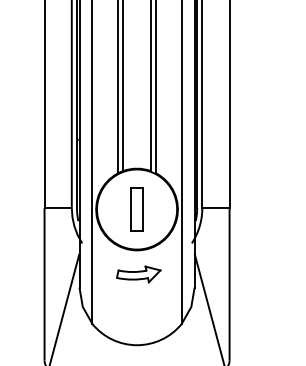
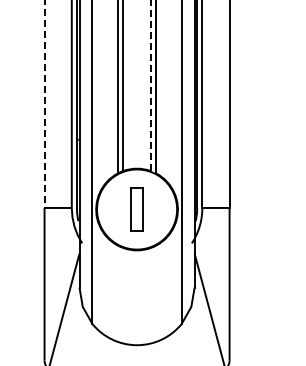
line at (151, 85): solid -> dashed
line at (44, 104): solid -> dashed
part at (138, 274): present -> none
